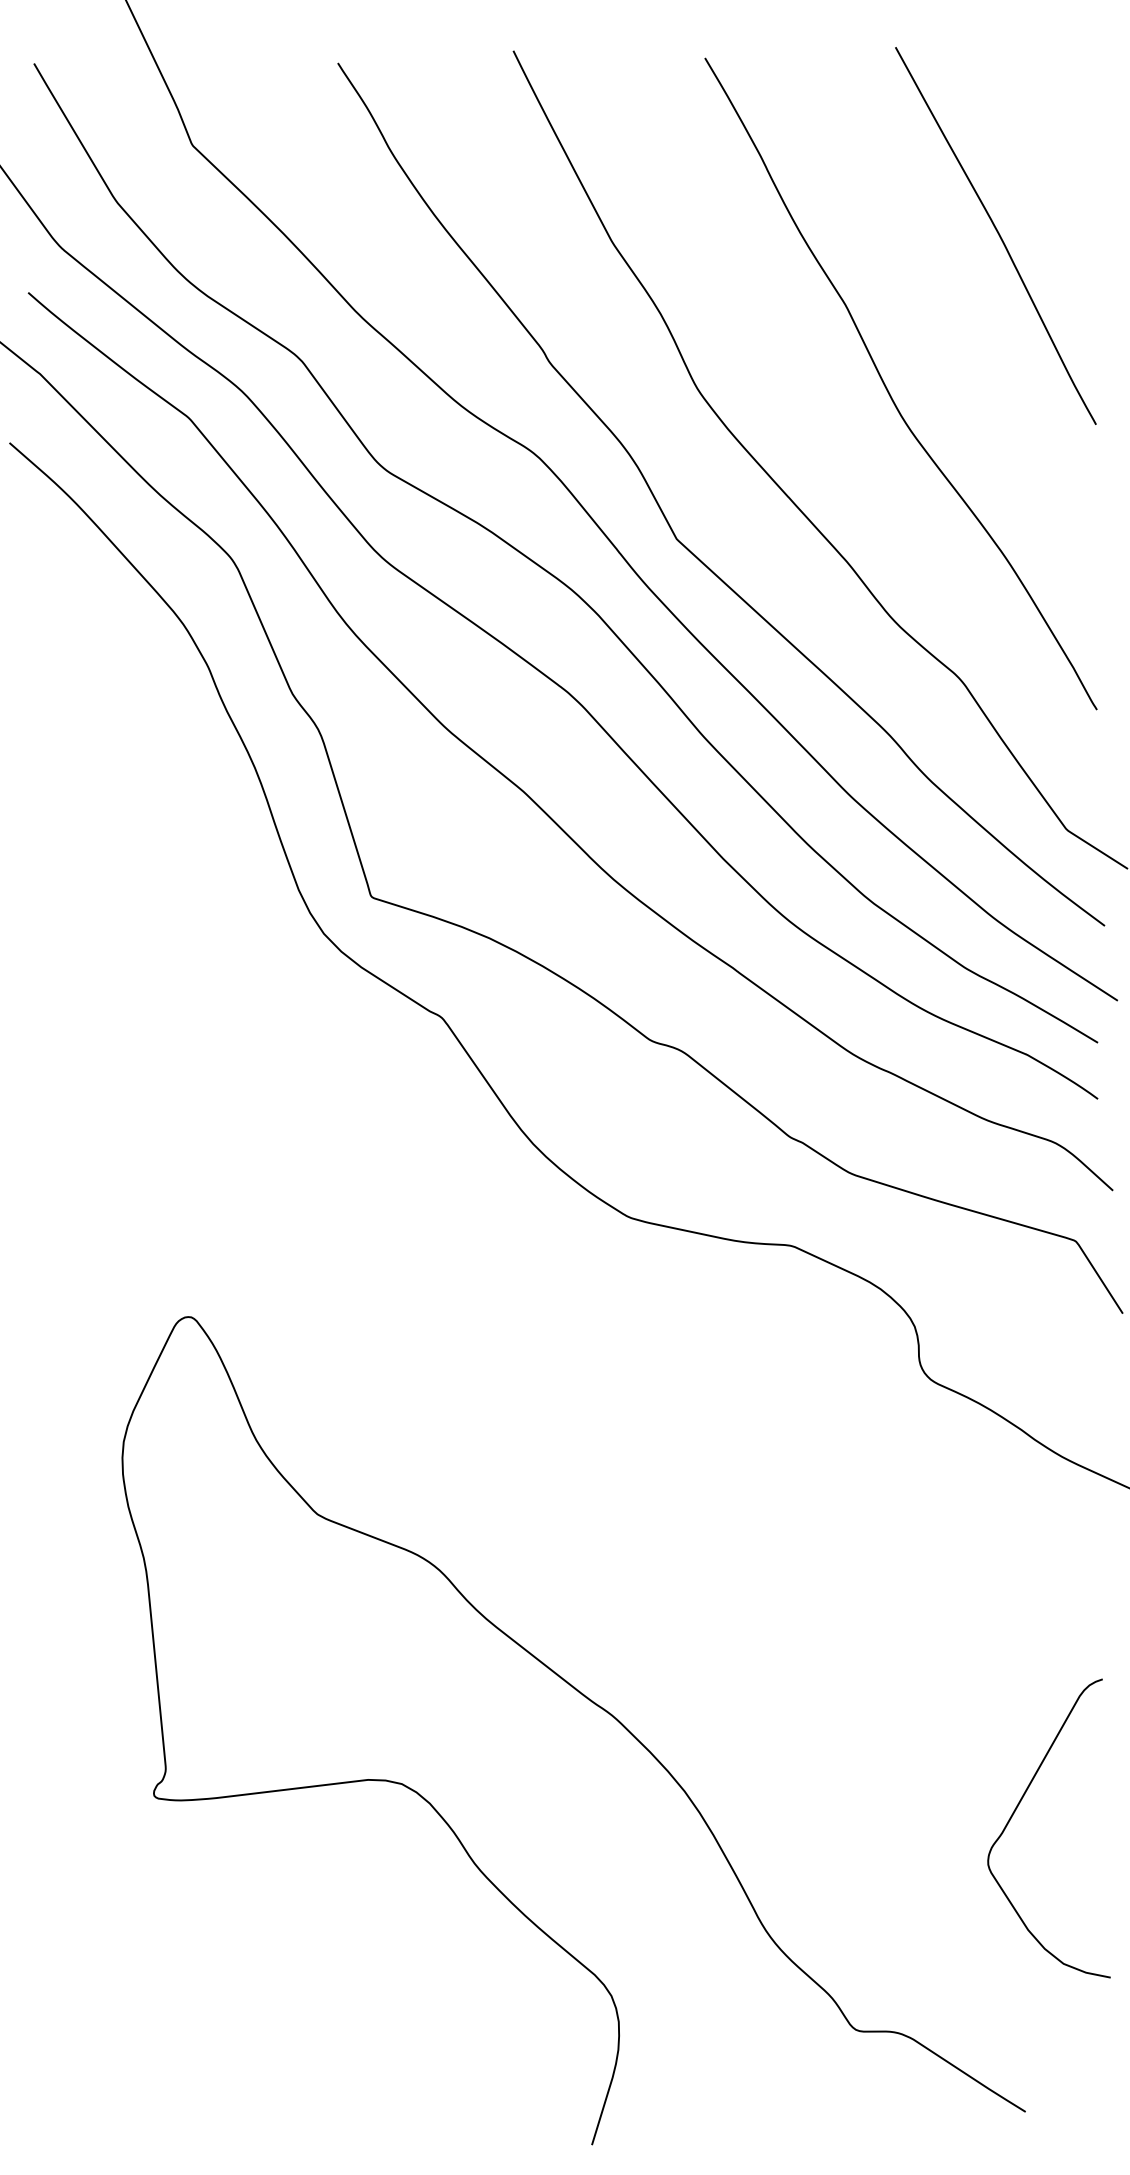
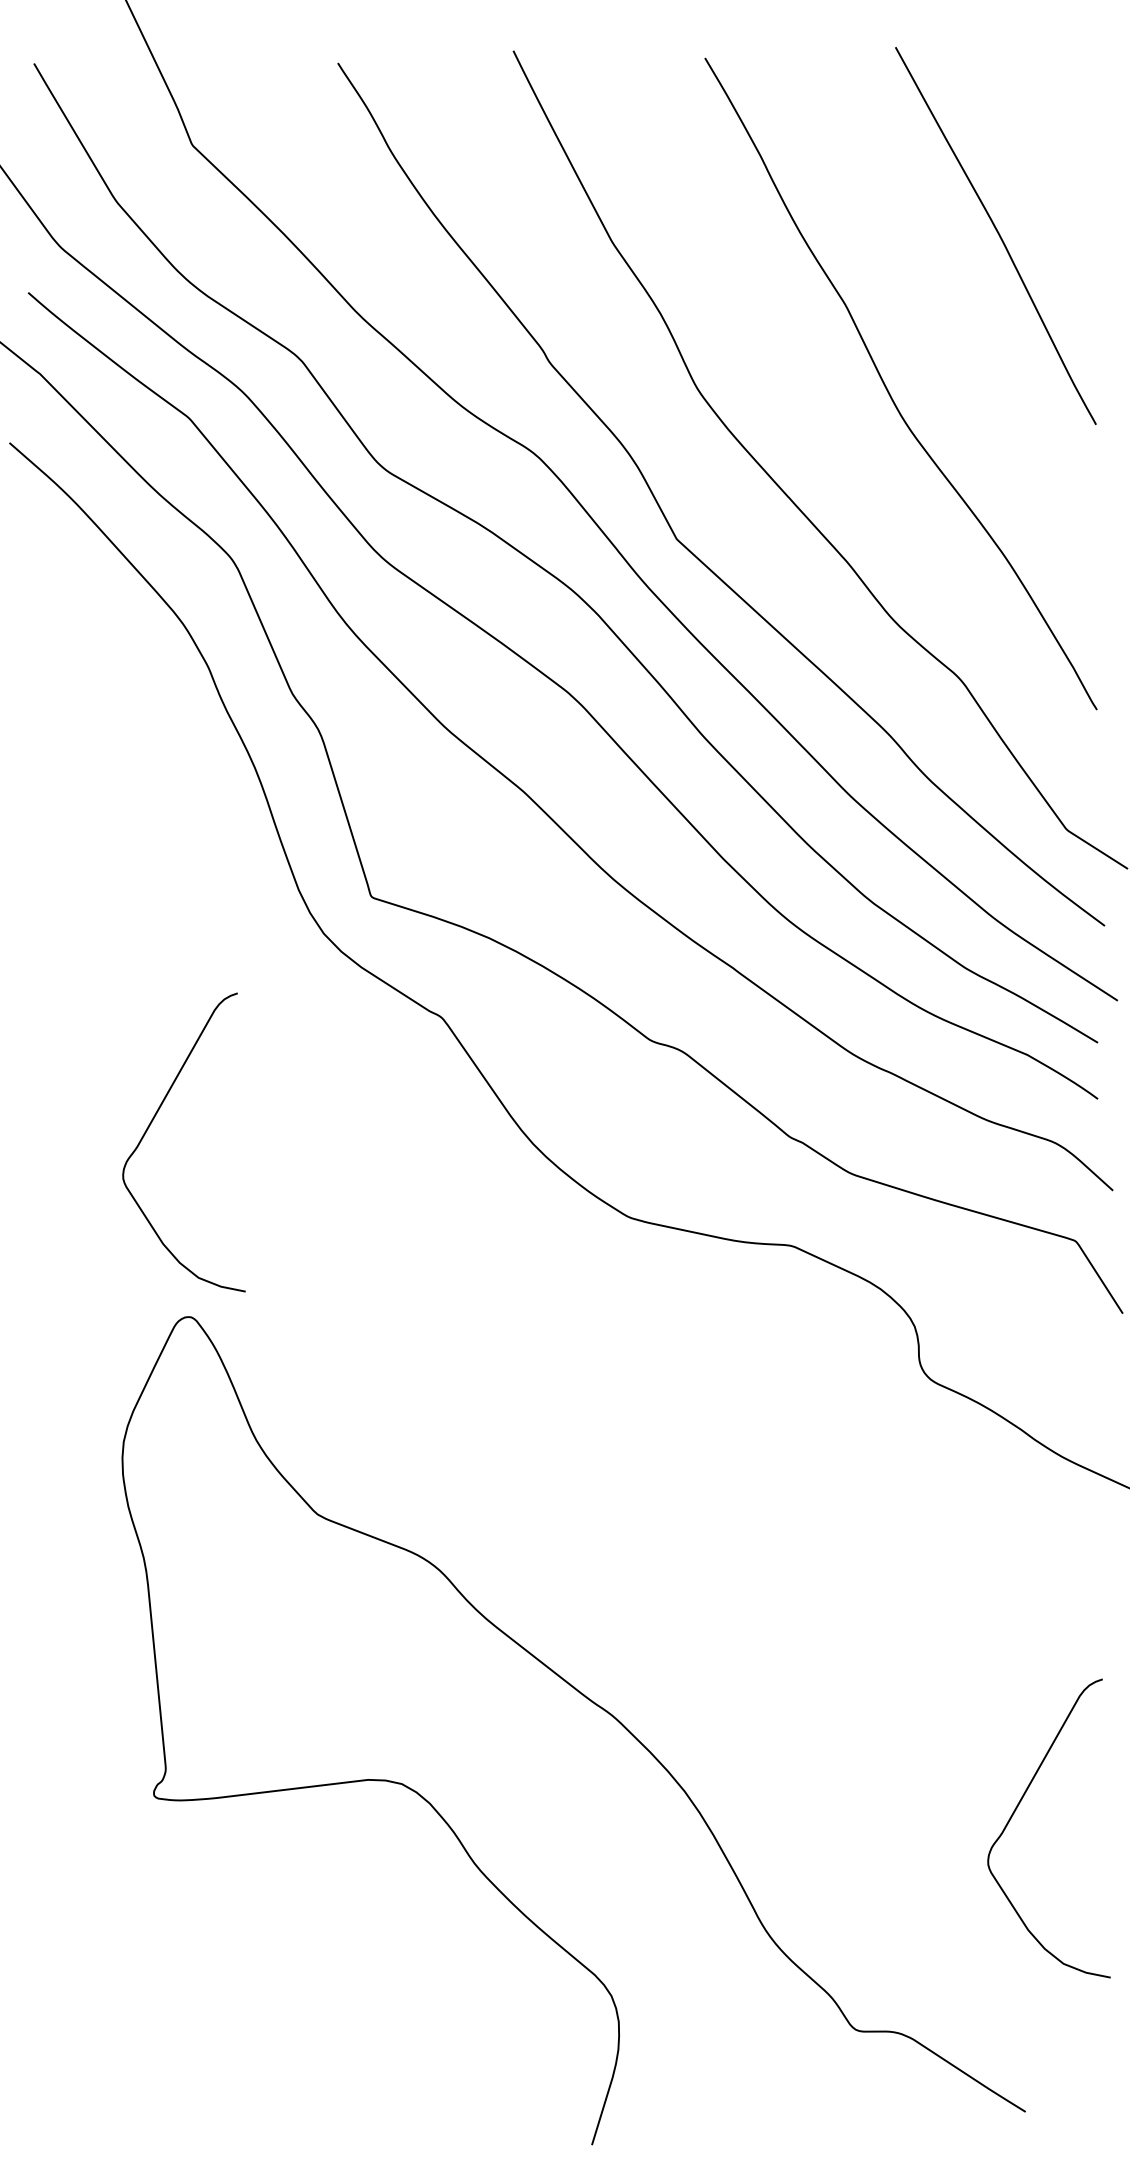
curve at (151, 1124): none -> present
